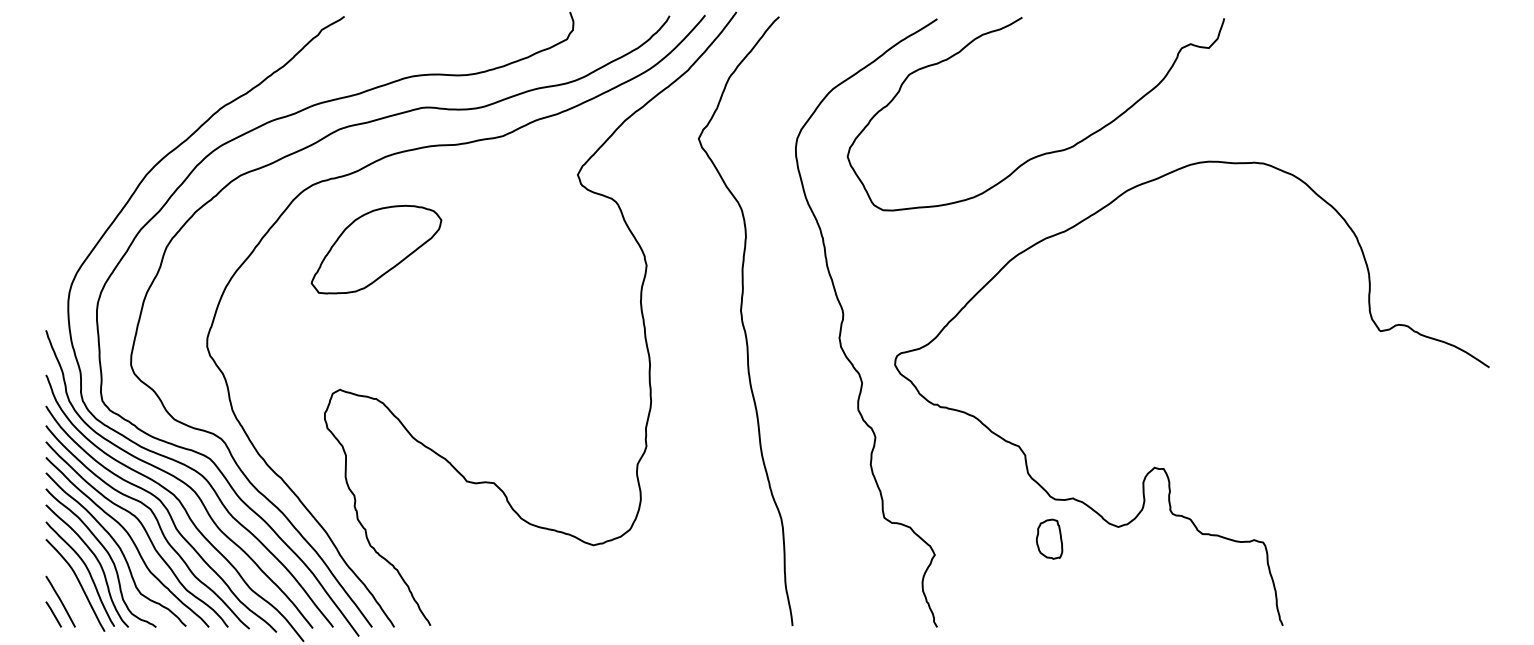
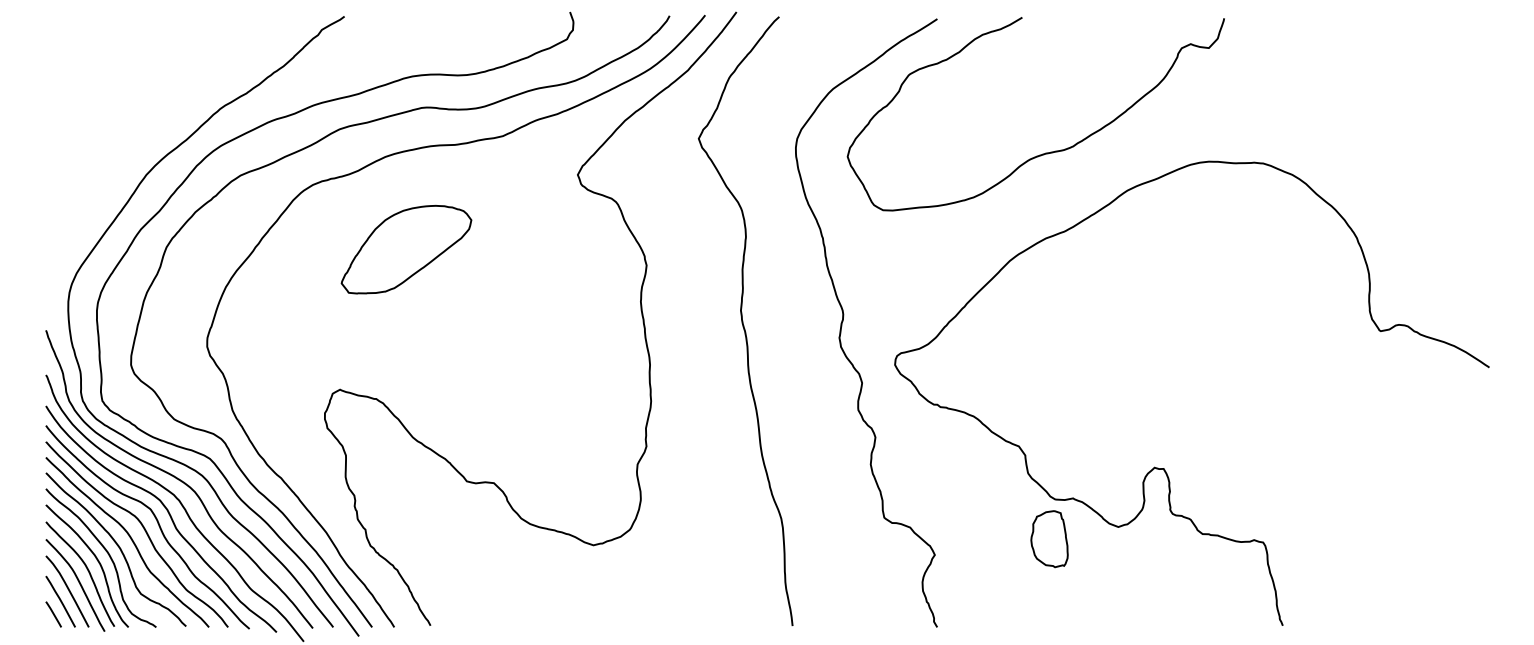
part at (376, 249) position: (376, 249) -> (406, 249)
part at (1049, 538) size: 29x42 px -> 39x59 px
curve at (68, 591): none -> present
